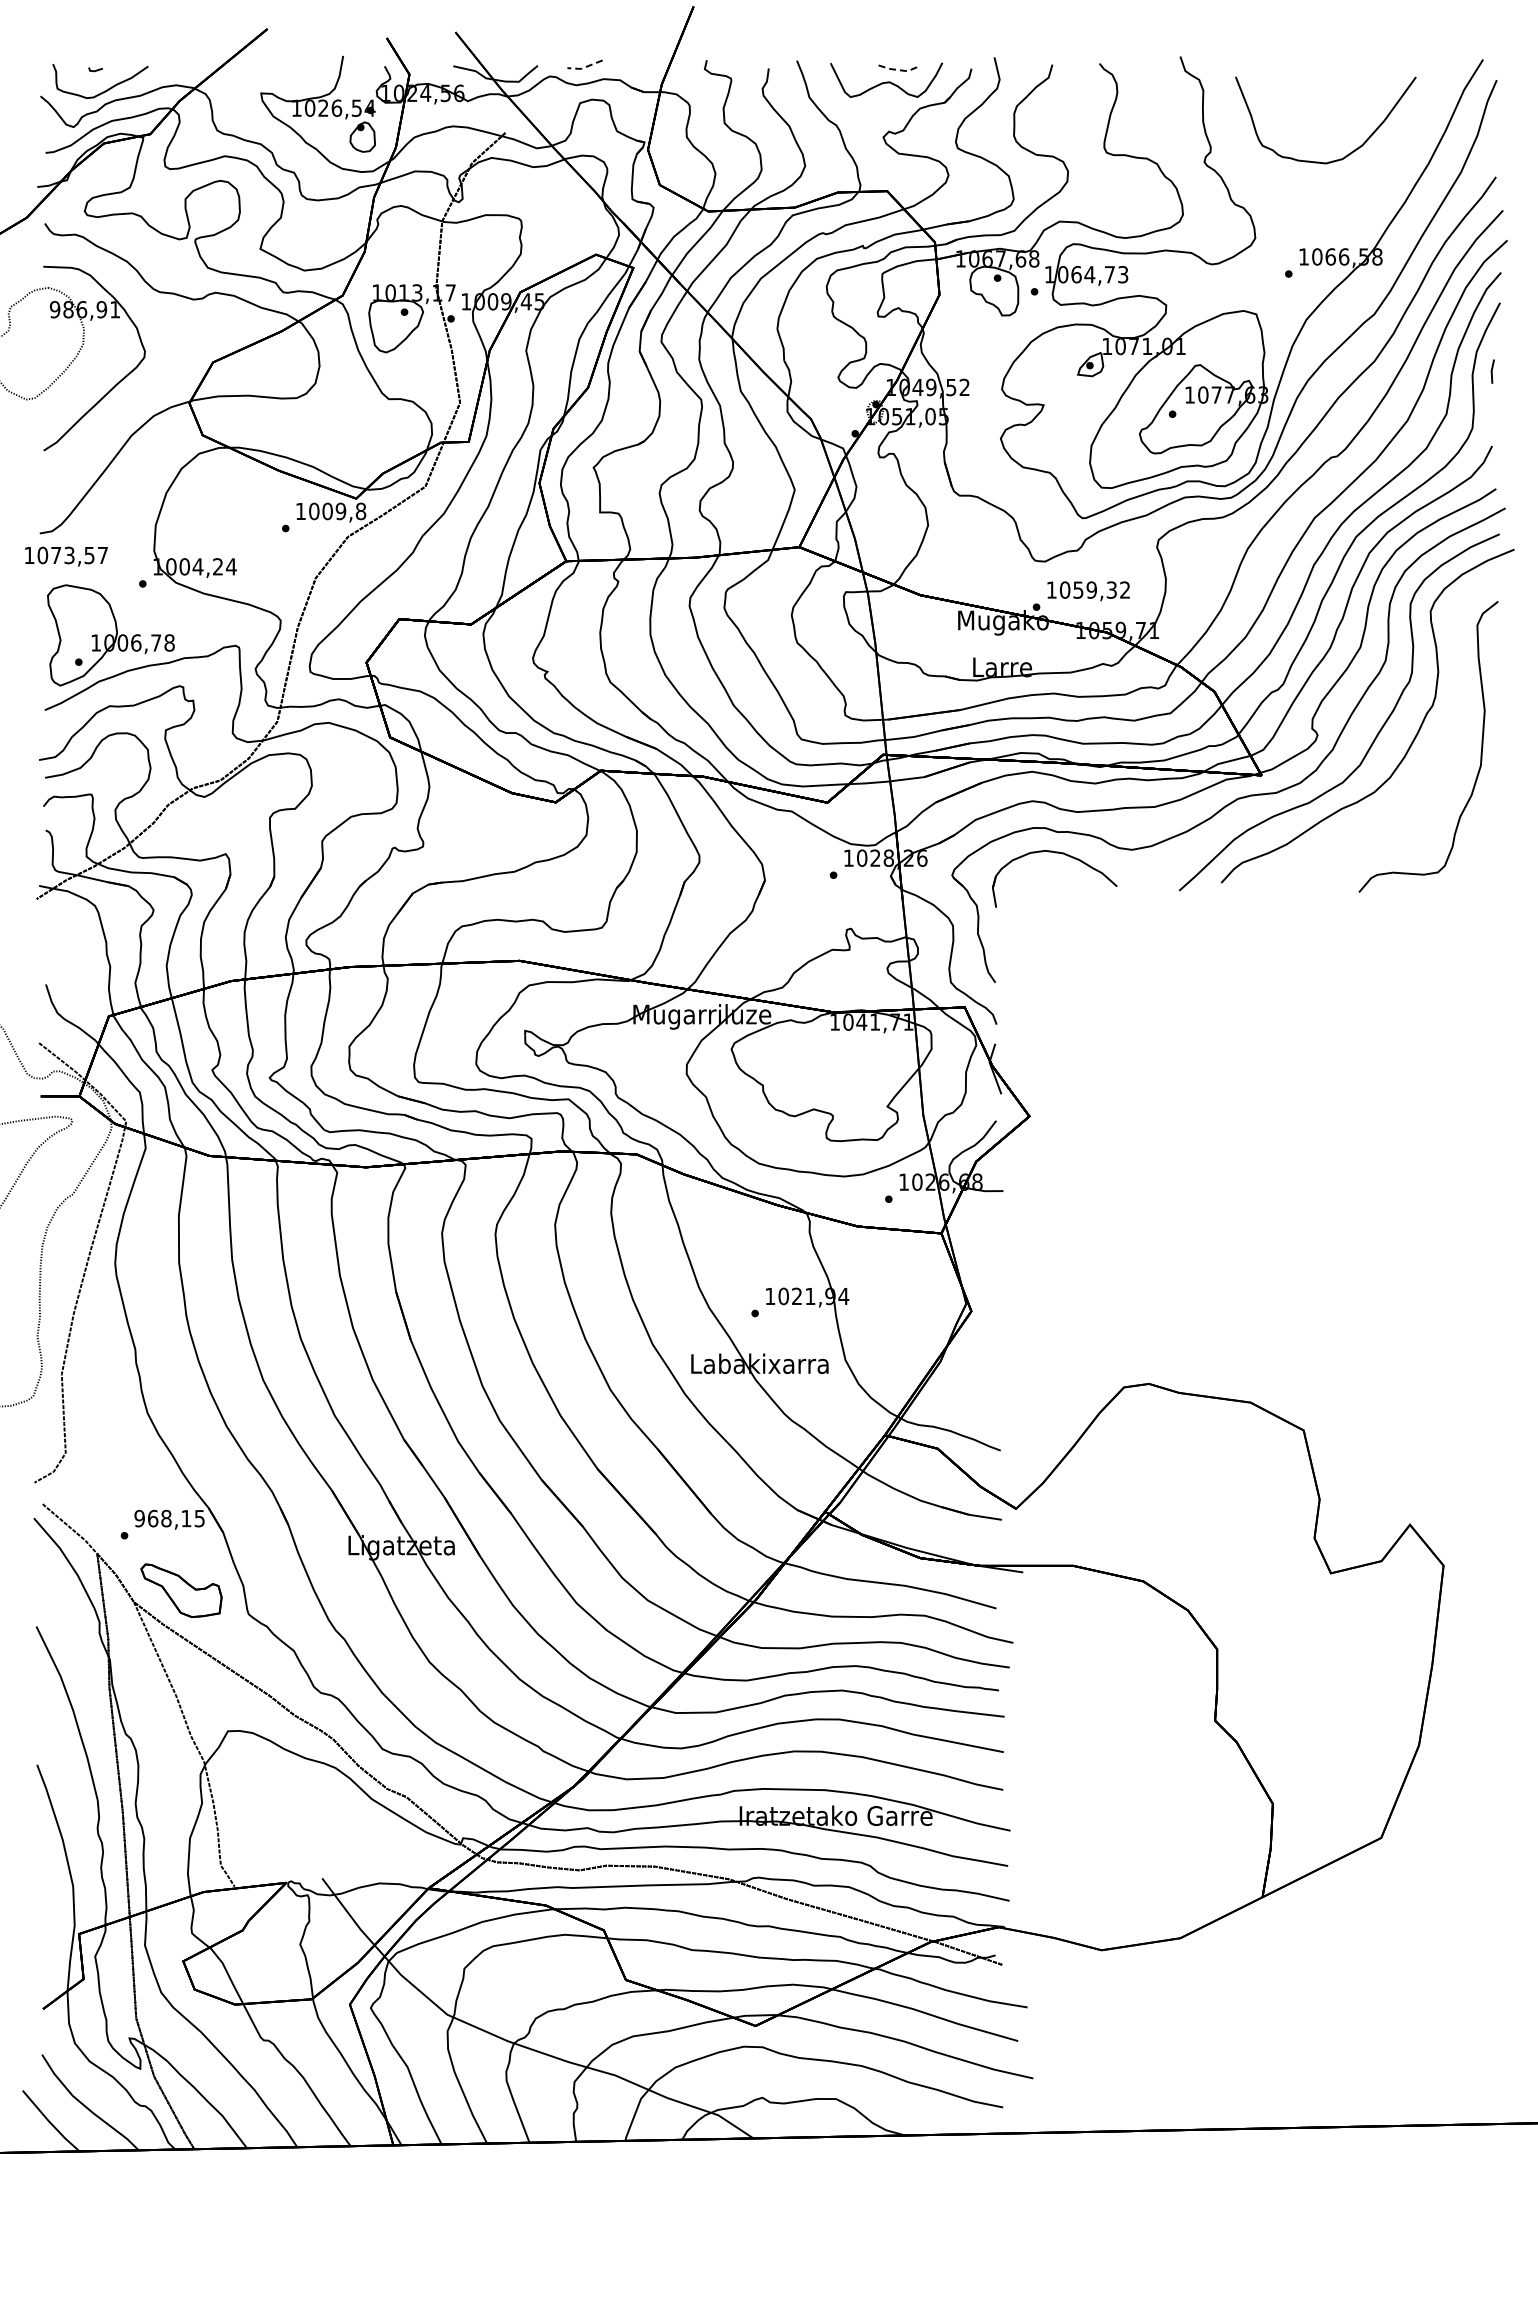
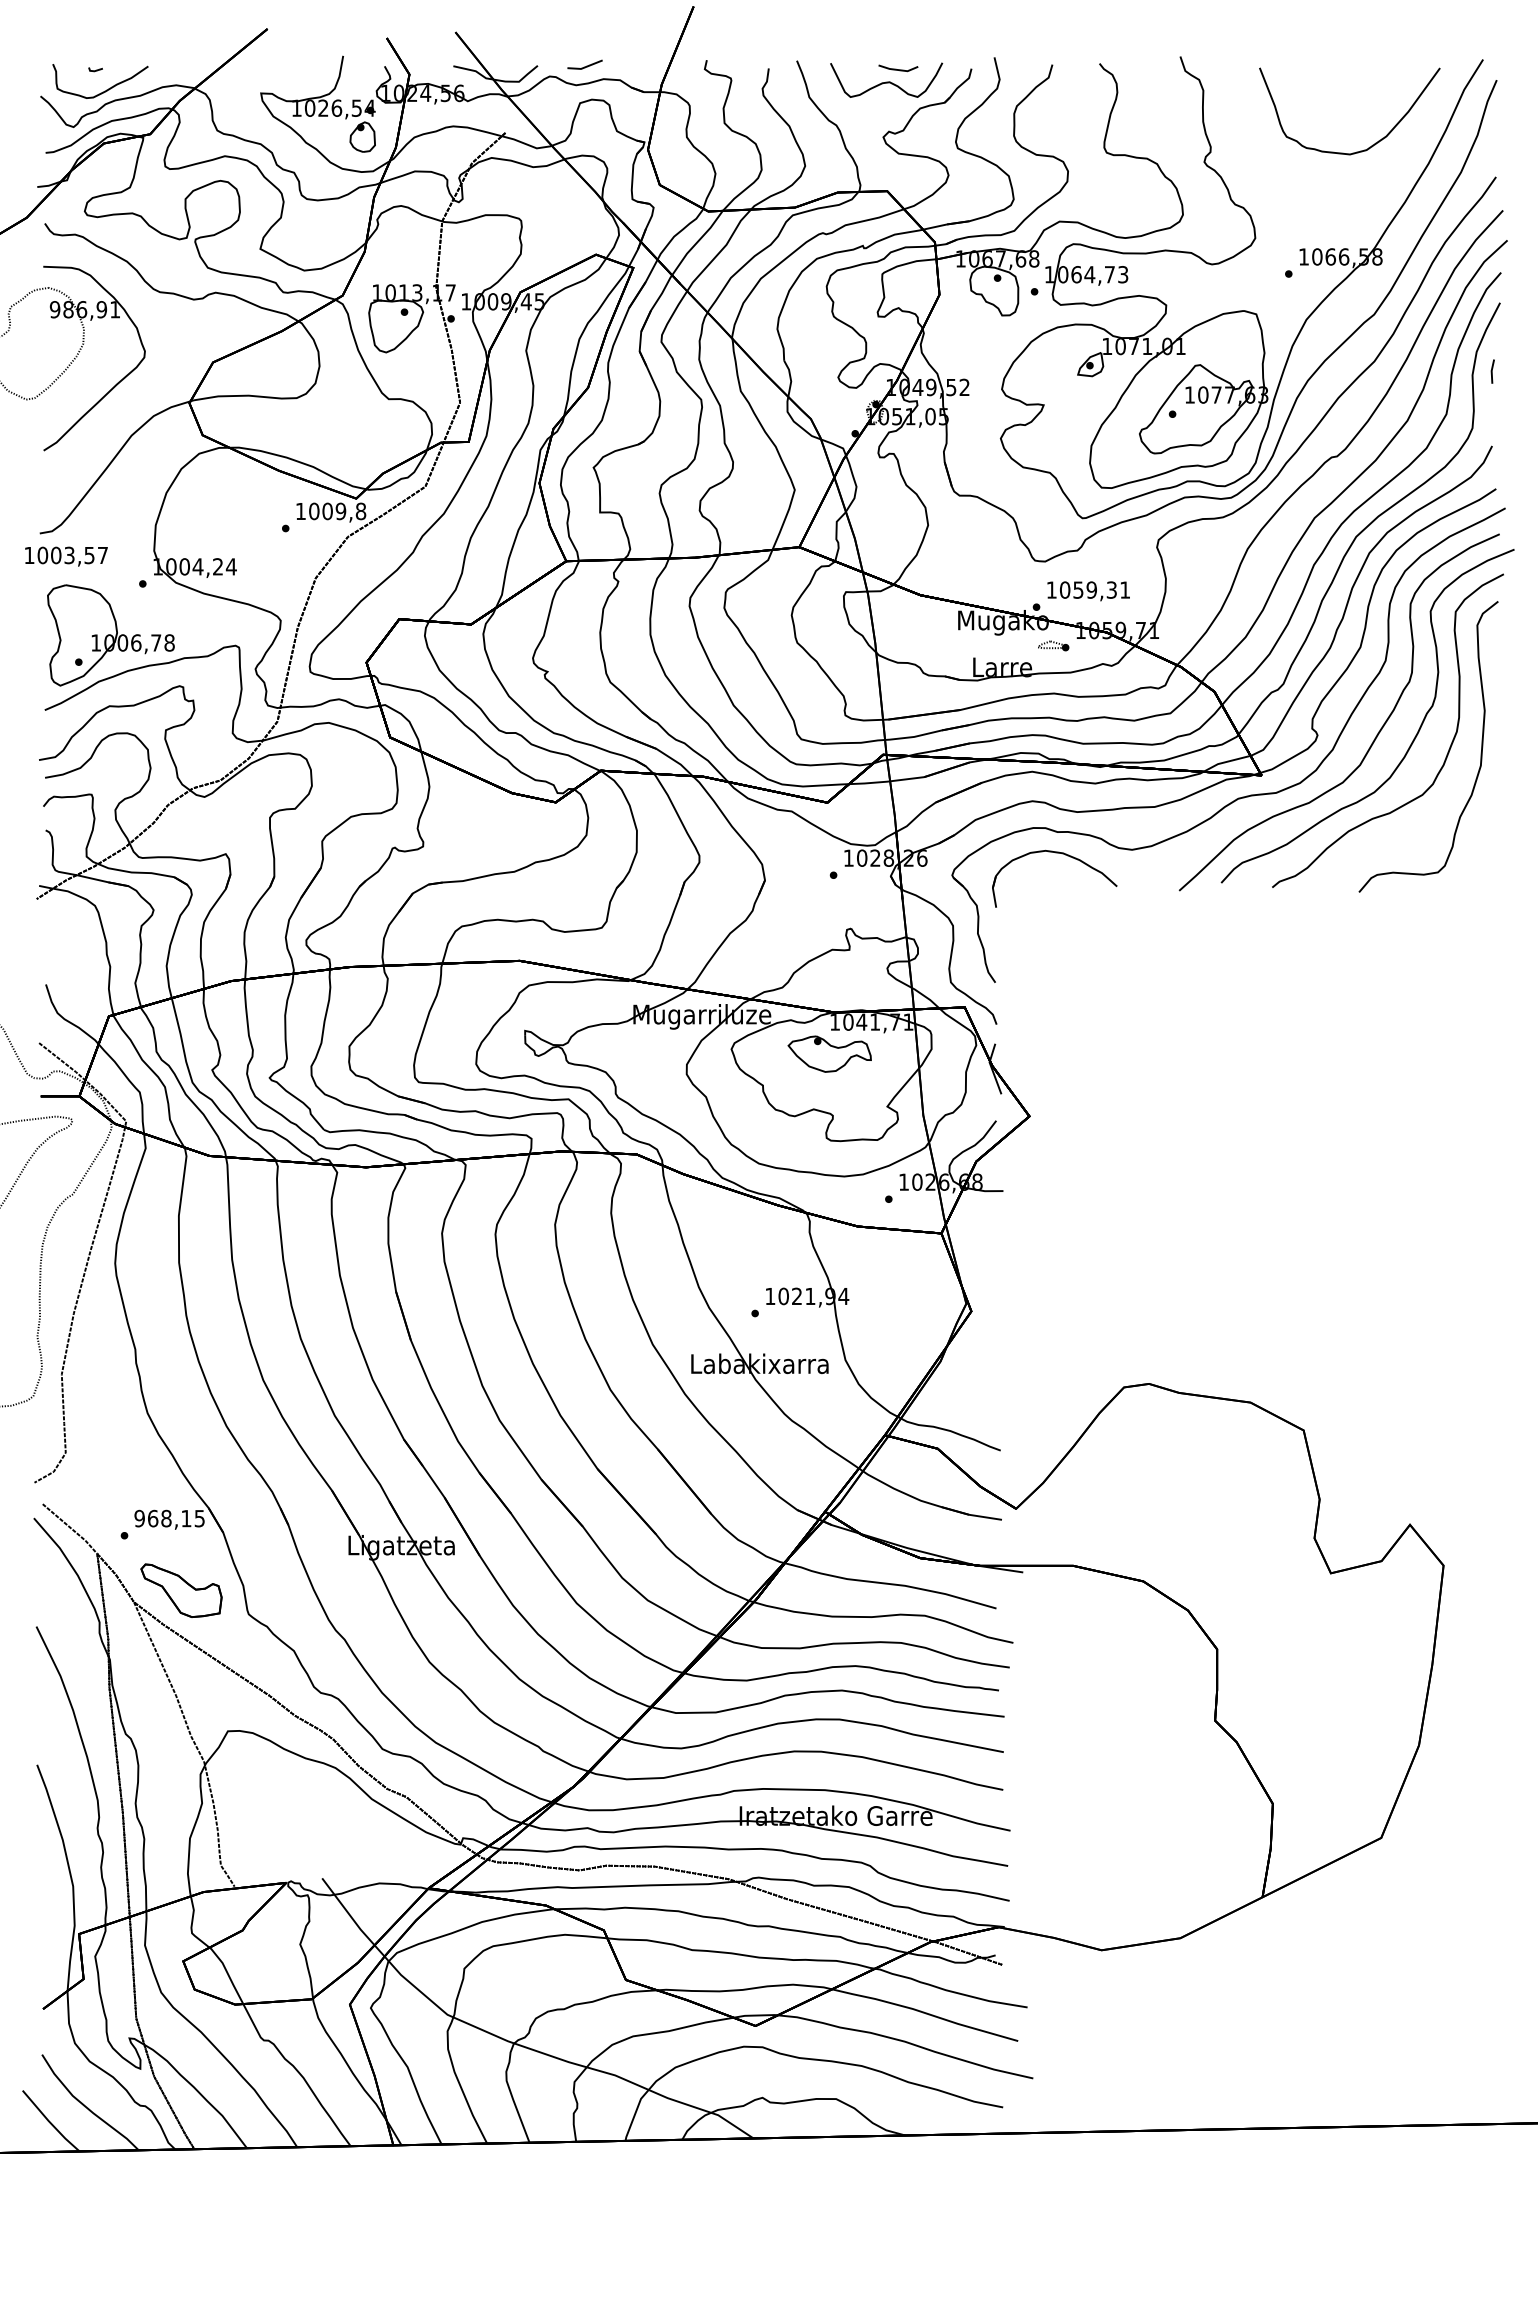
line at (584, 67): dashed -> solid
line at (899, 70): dashed -> solid
curve at (1348, 153) position: (1348, 153) -> (1372, 144)
text at (56, 555): 1073,57 -> 1003,57
text at (1124, 589): 1059,32 -> 1059,31
part at (1053, 645): none -> present
curve at (1447, 751): none -> present
part at (829, 1053): none -> present
